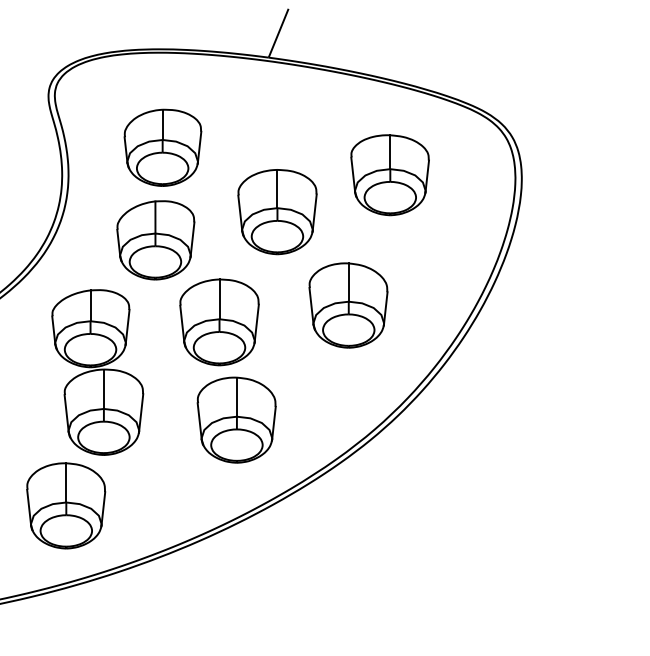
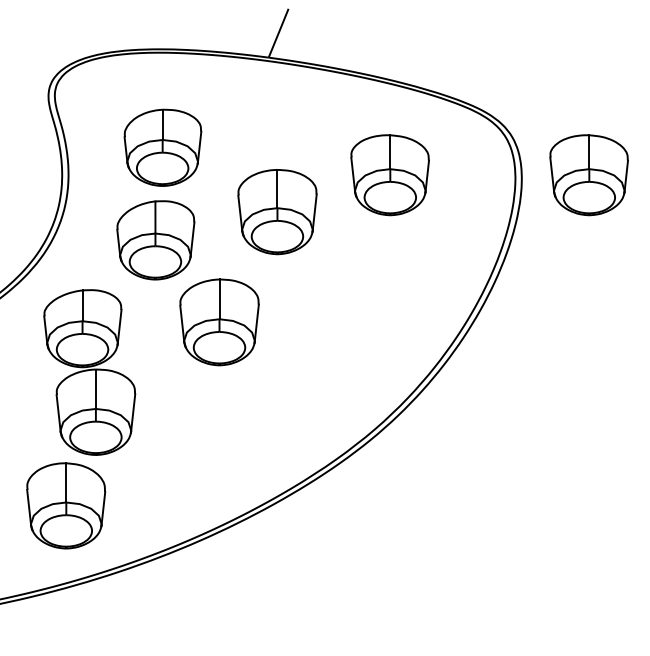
part at (588, 175): none -> present
part at (348, 305): present -> none
part at (97, 372) position: (97, 372) -> (89, 372)
part at (236, 419): present -> none
